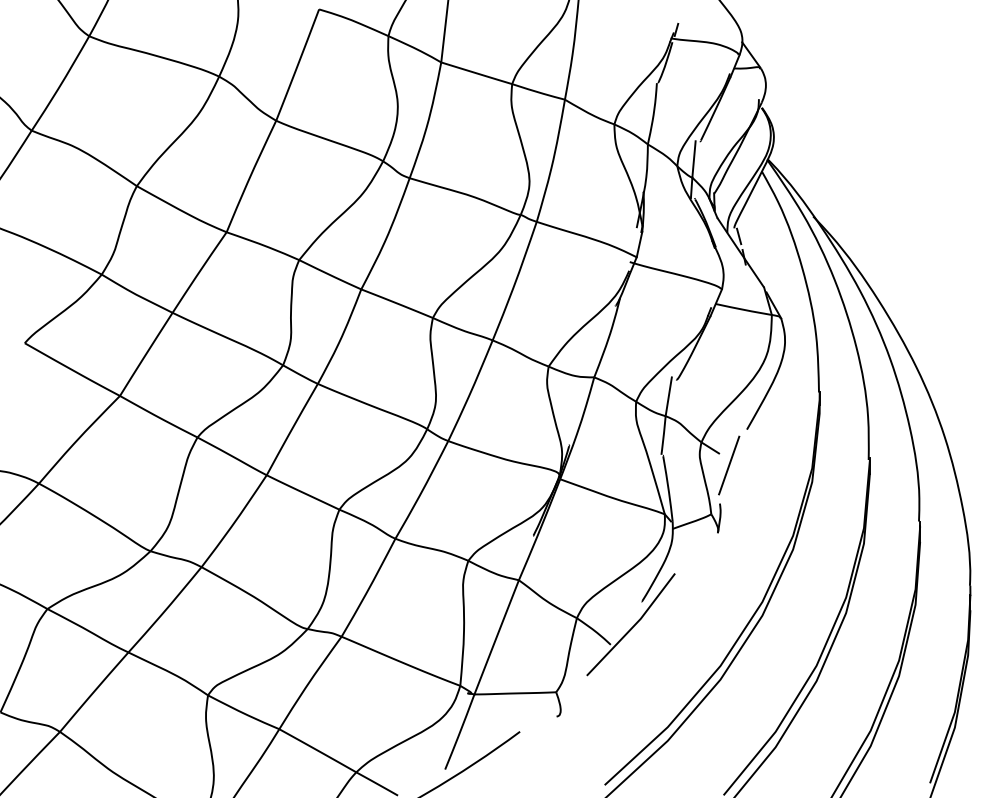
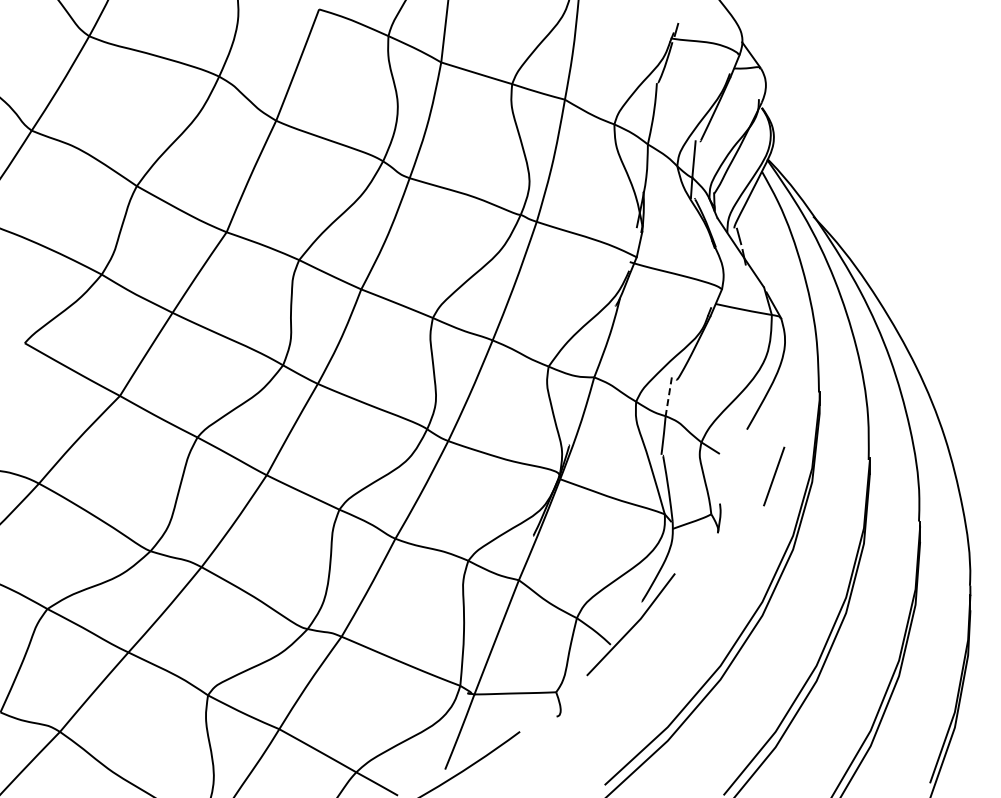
line at (668, 396): solid -> dashed
line at (729, 465) position: (729, 465) -> (774, 476)
